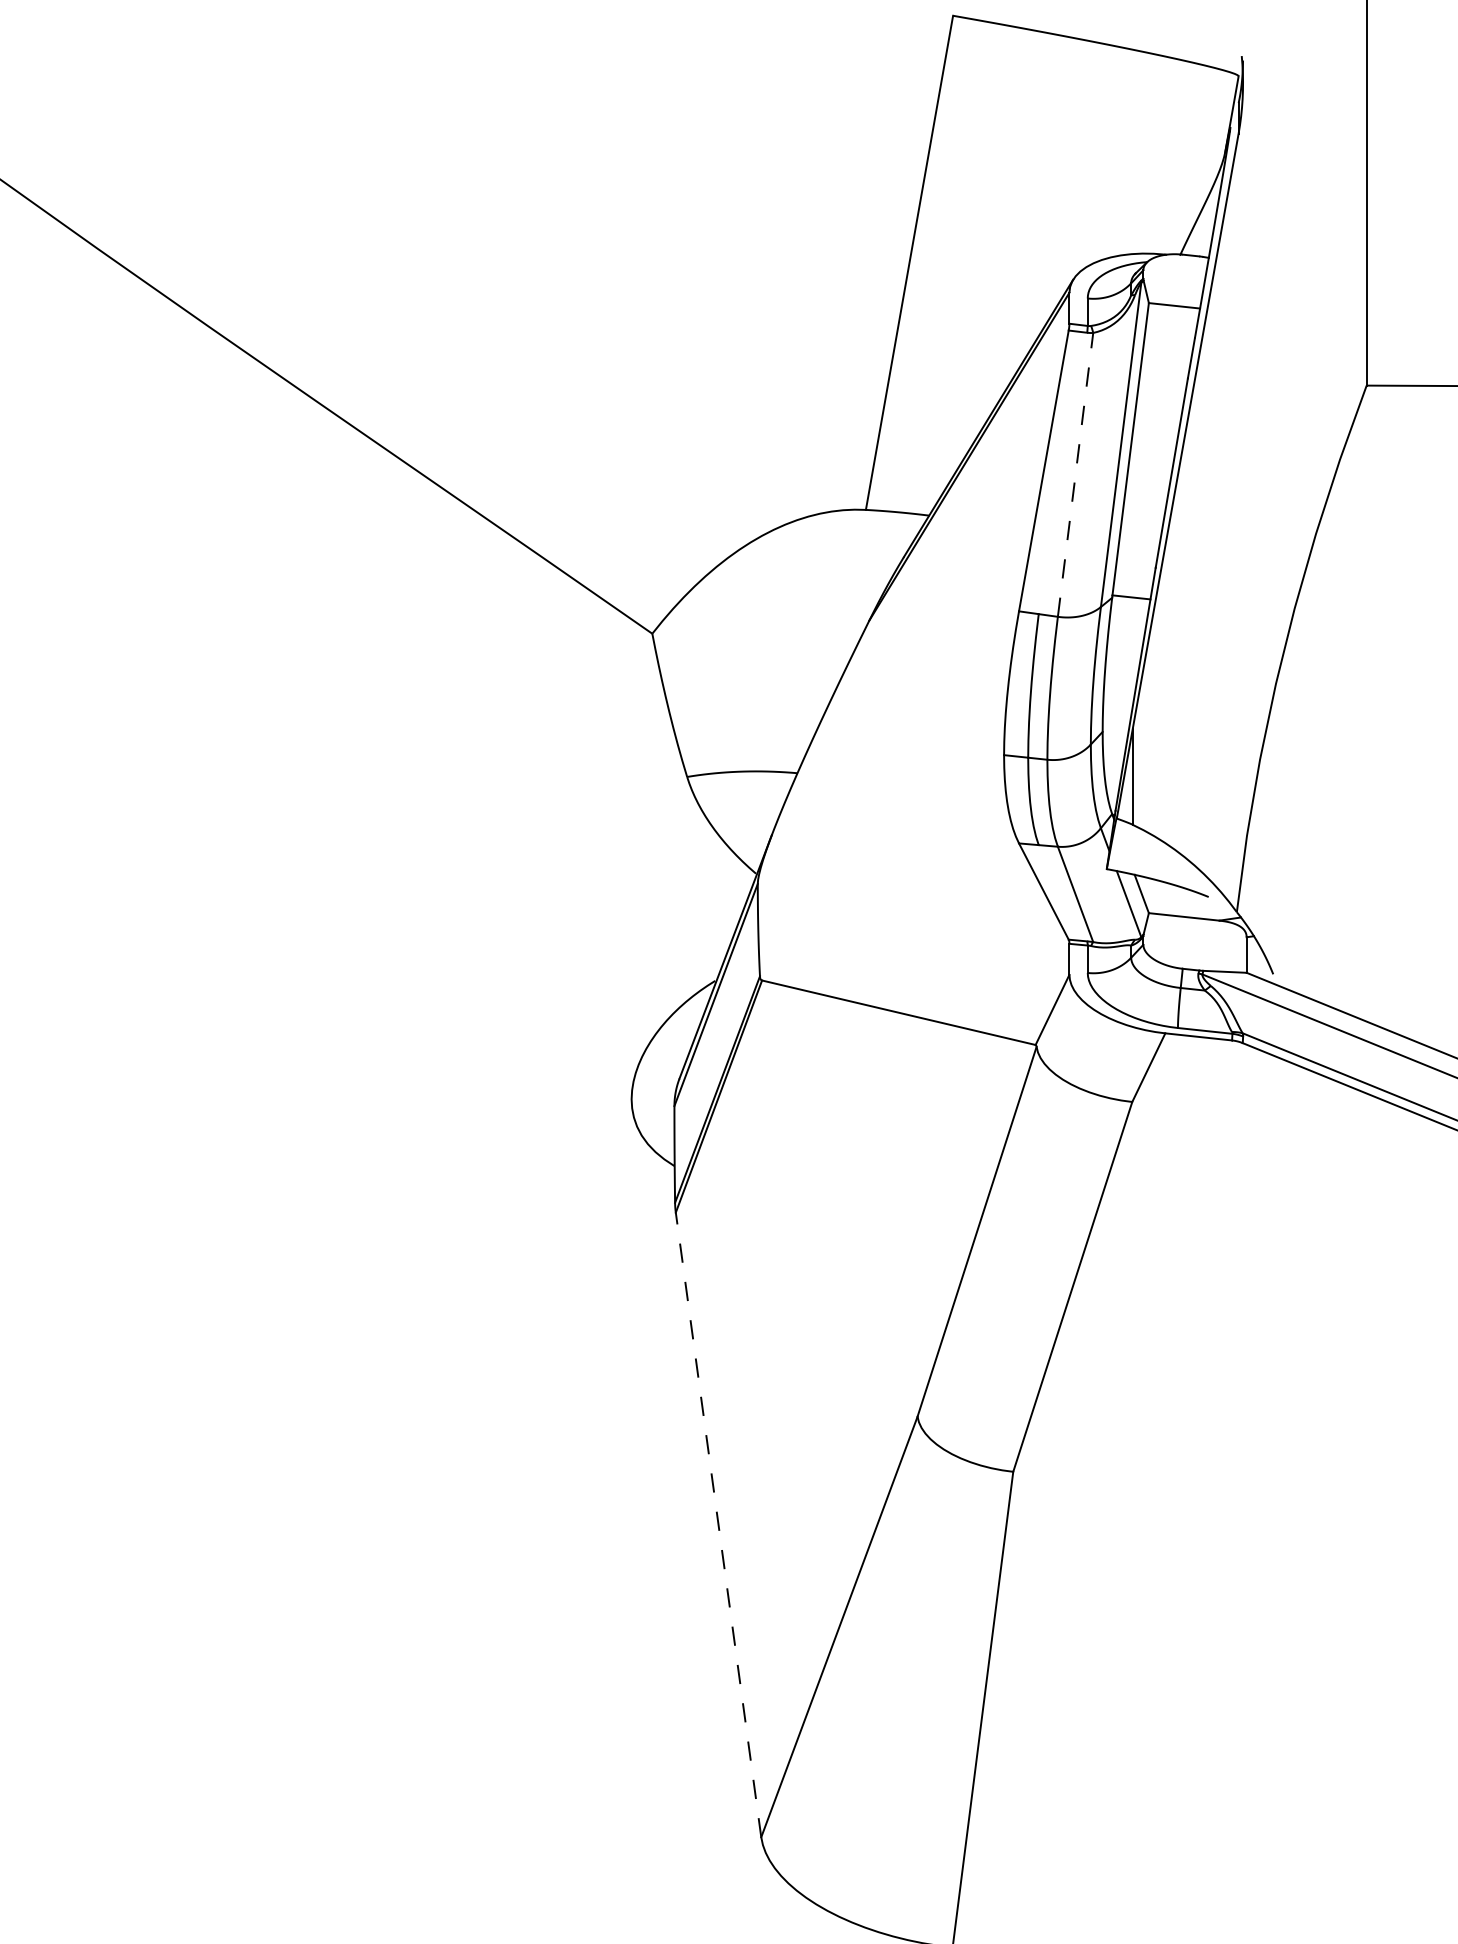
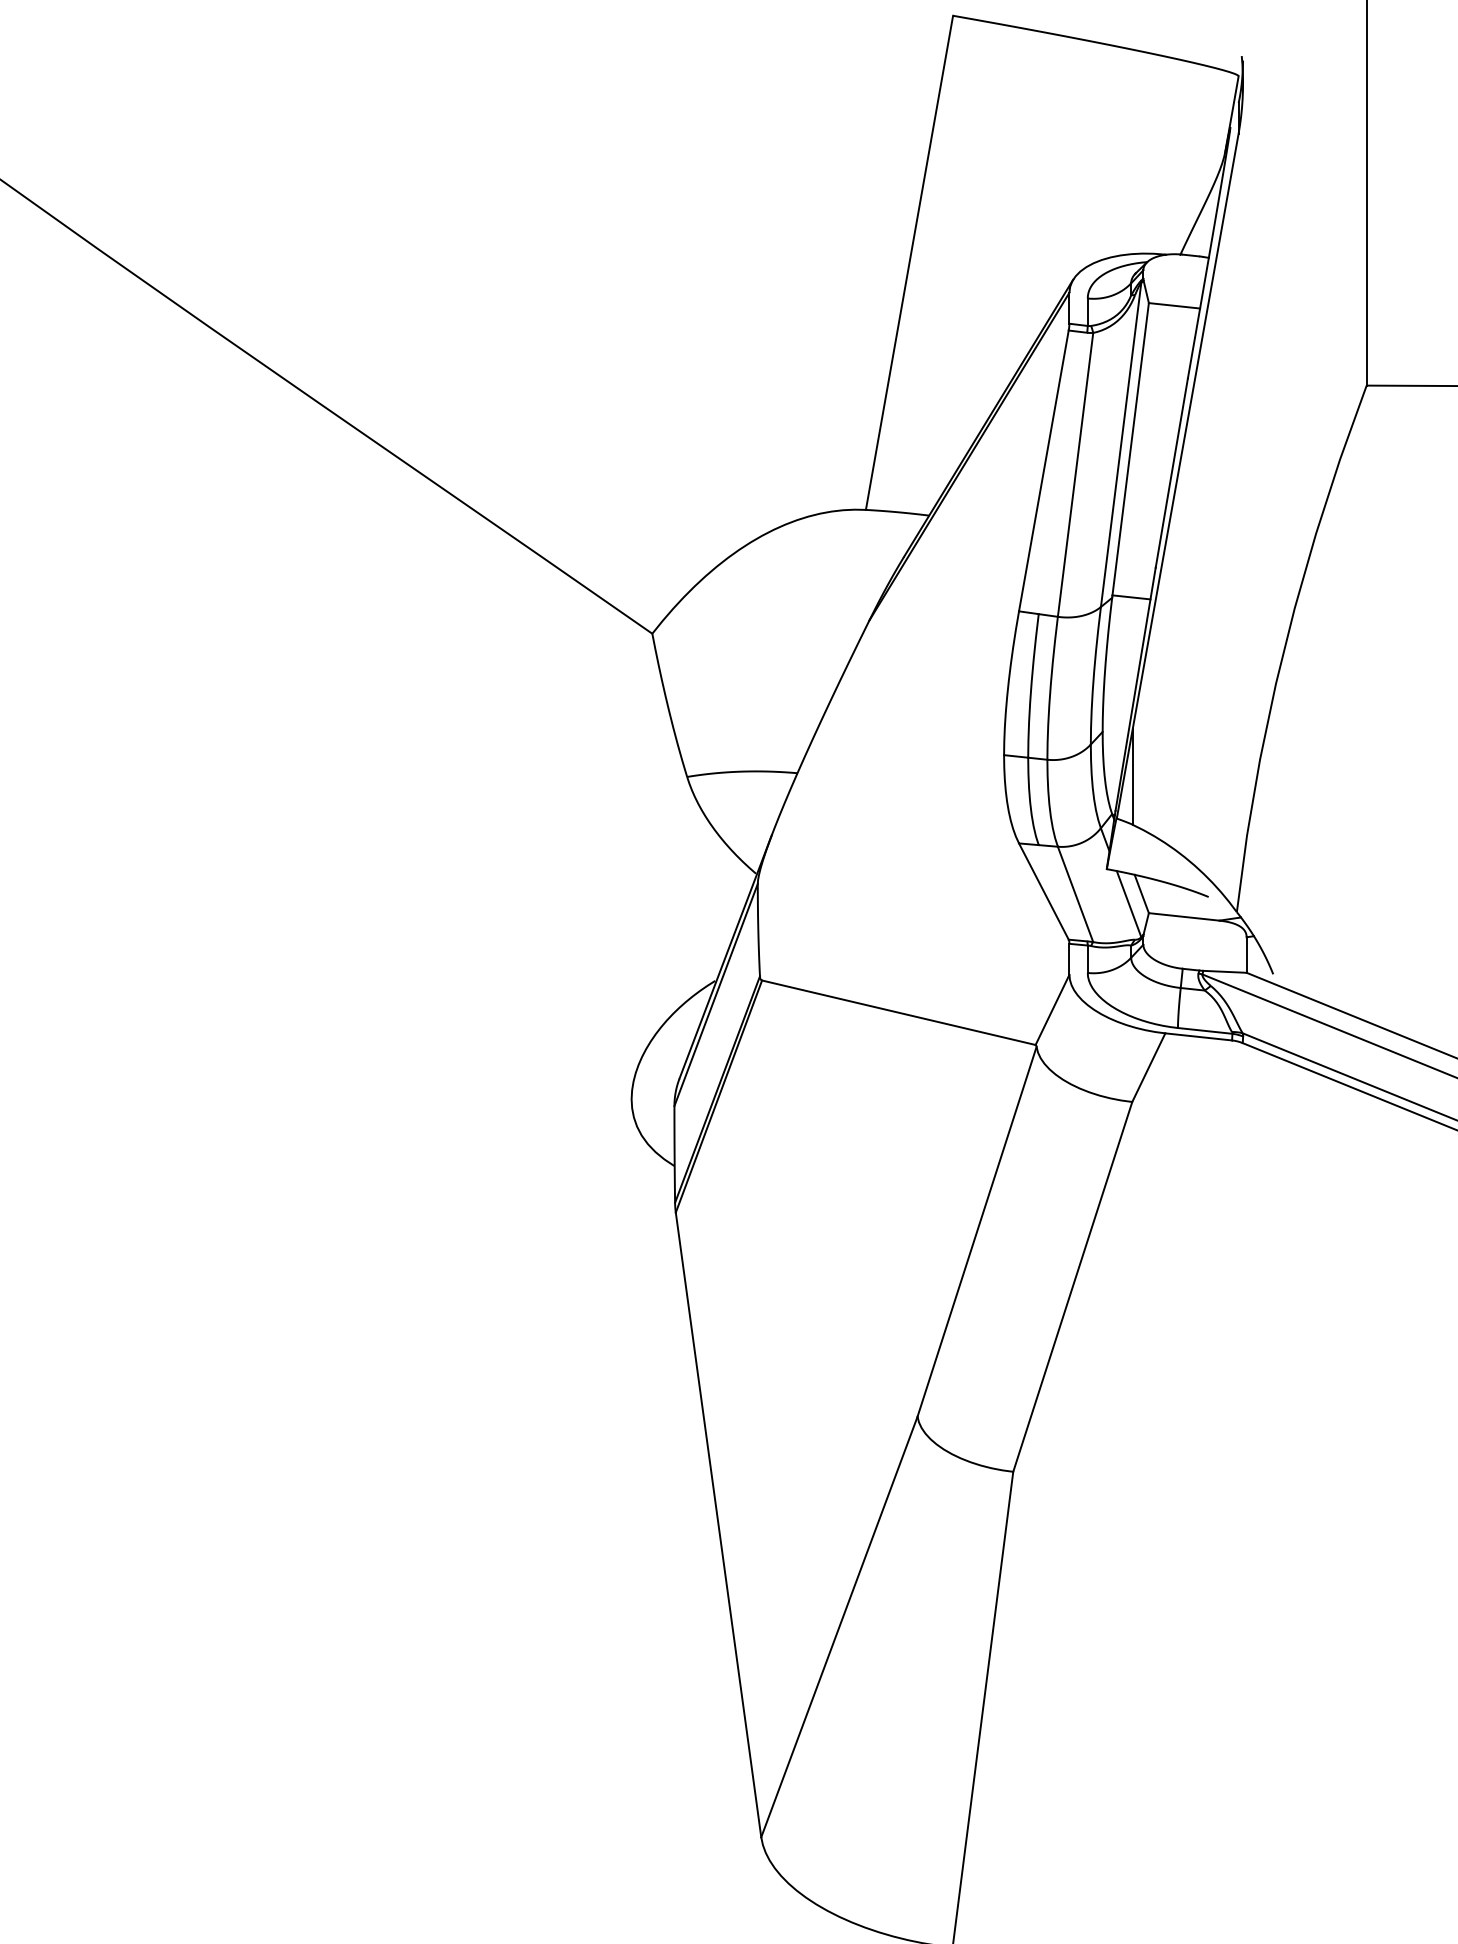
line at (1075, 474): dashed -> solid
line at (718, 1524): dashed -> solid
